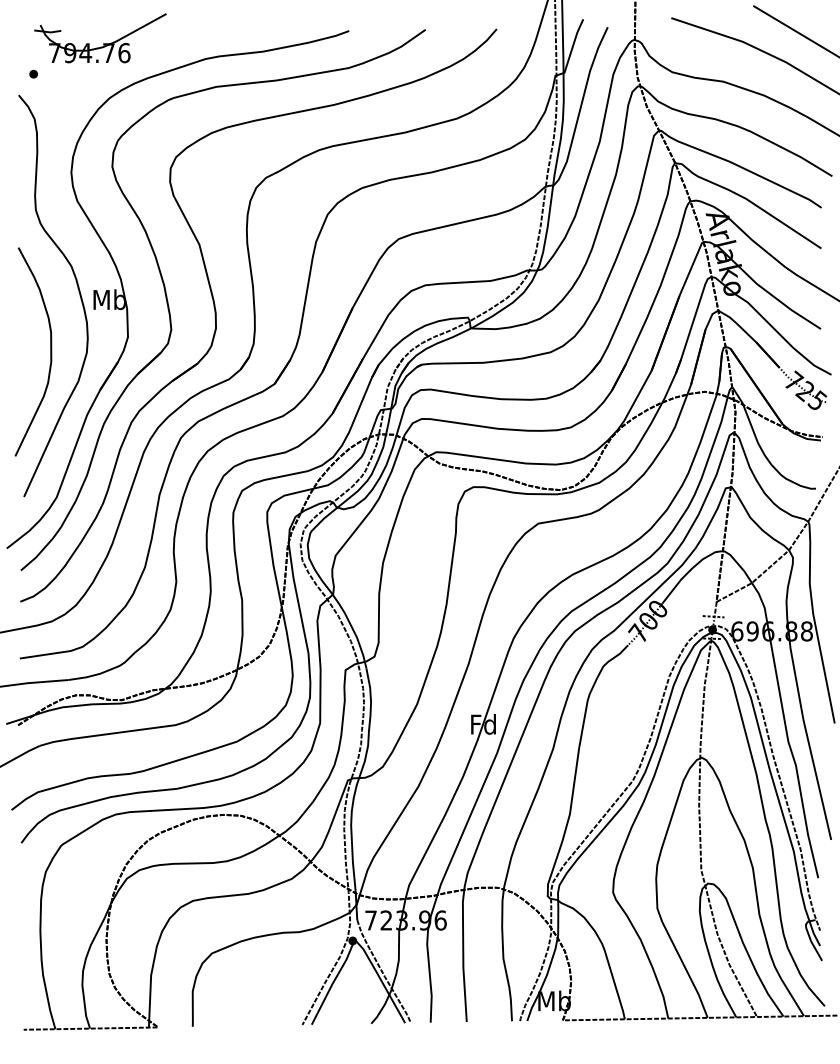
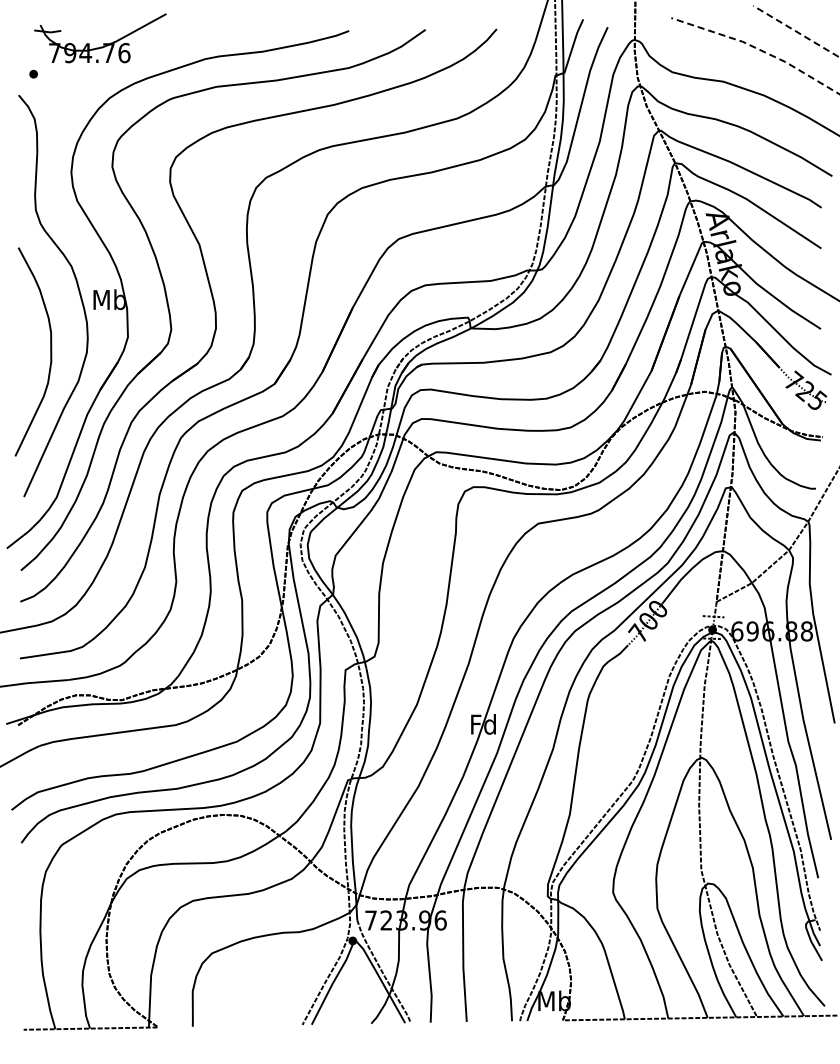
line at (796, 31): solid -> dashed
line at (758, 49): solid -> dashed
